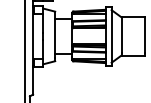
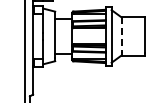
line at (121, 35): solid -> dashed
